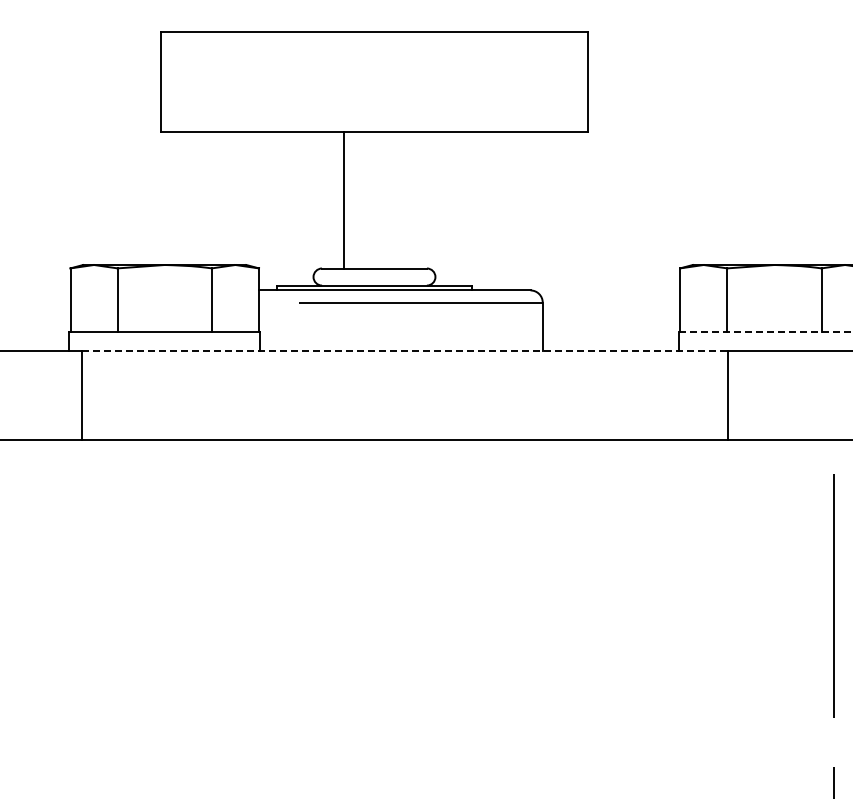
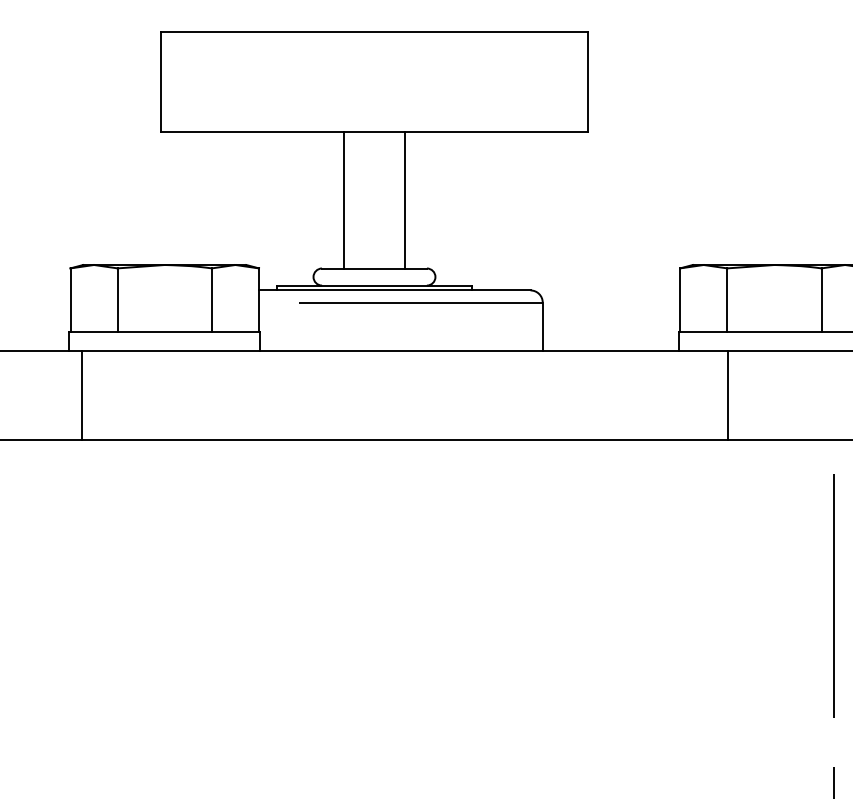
line at (404, 199): none -> present
line at (765, 332): dashed -> solid
line at (405, 351): dashed -> solid
